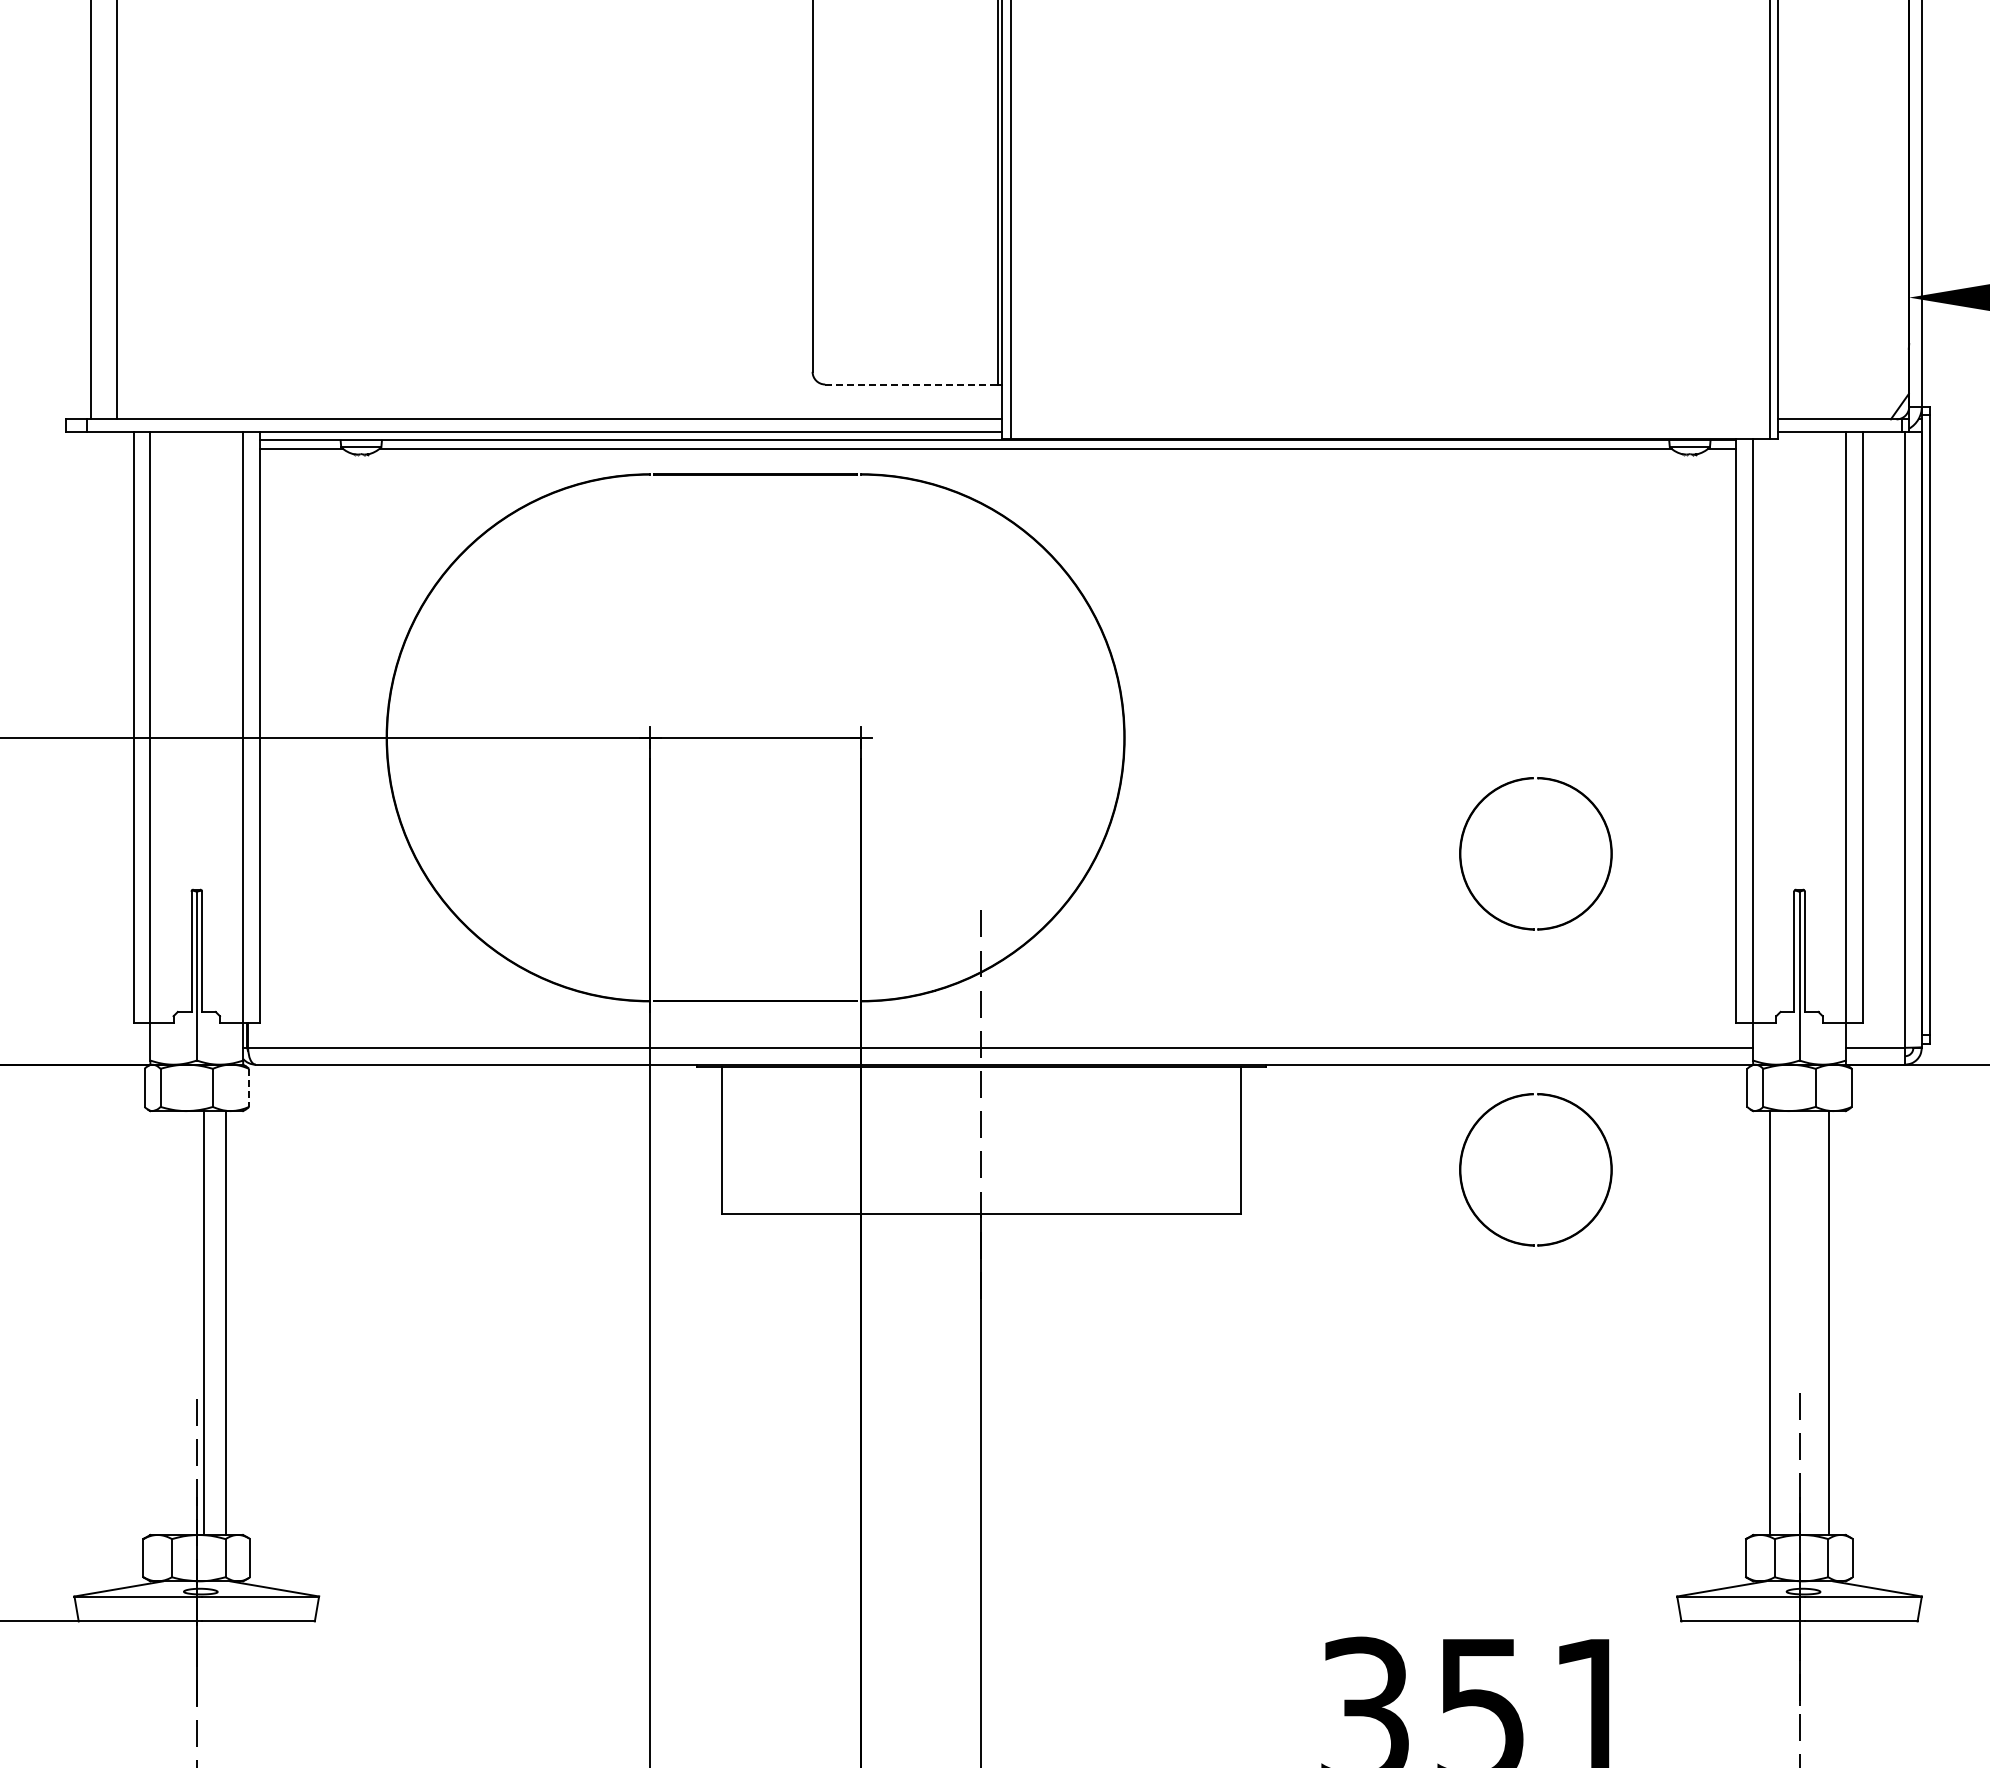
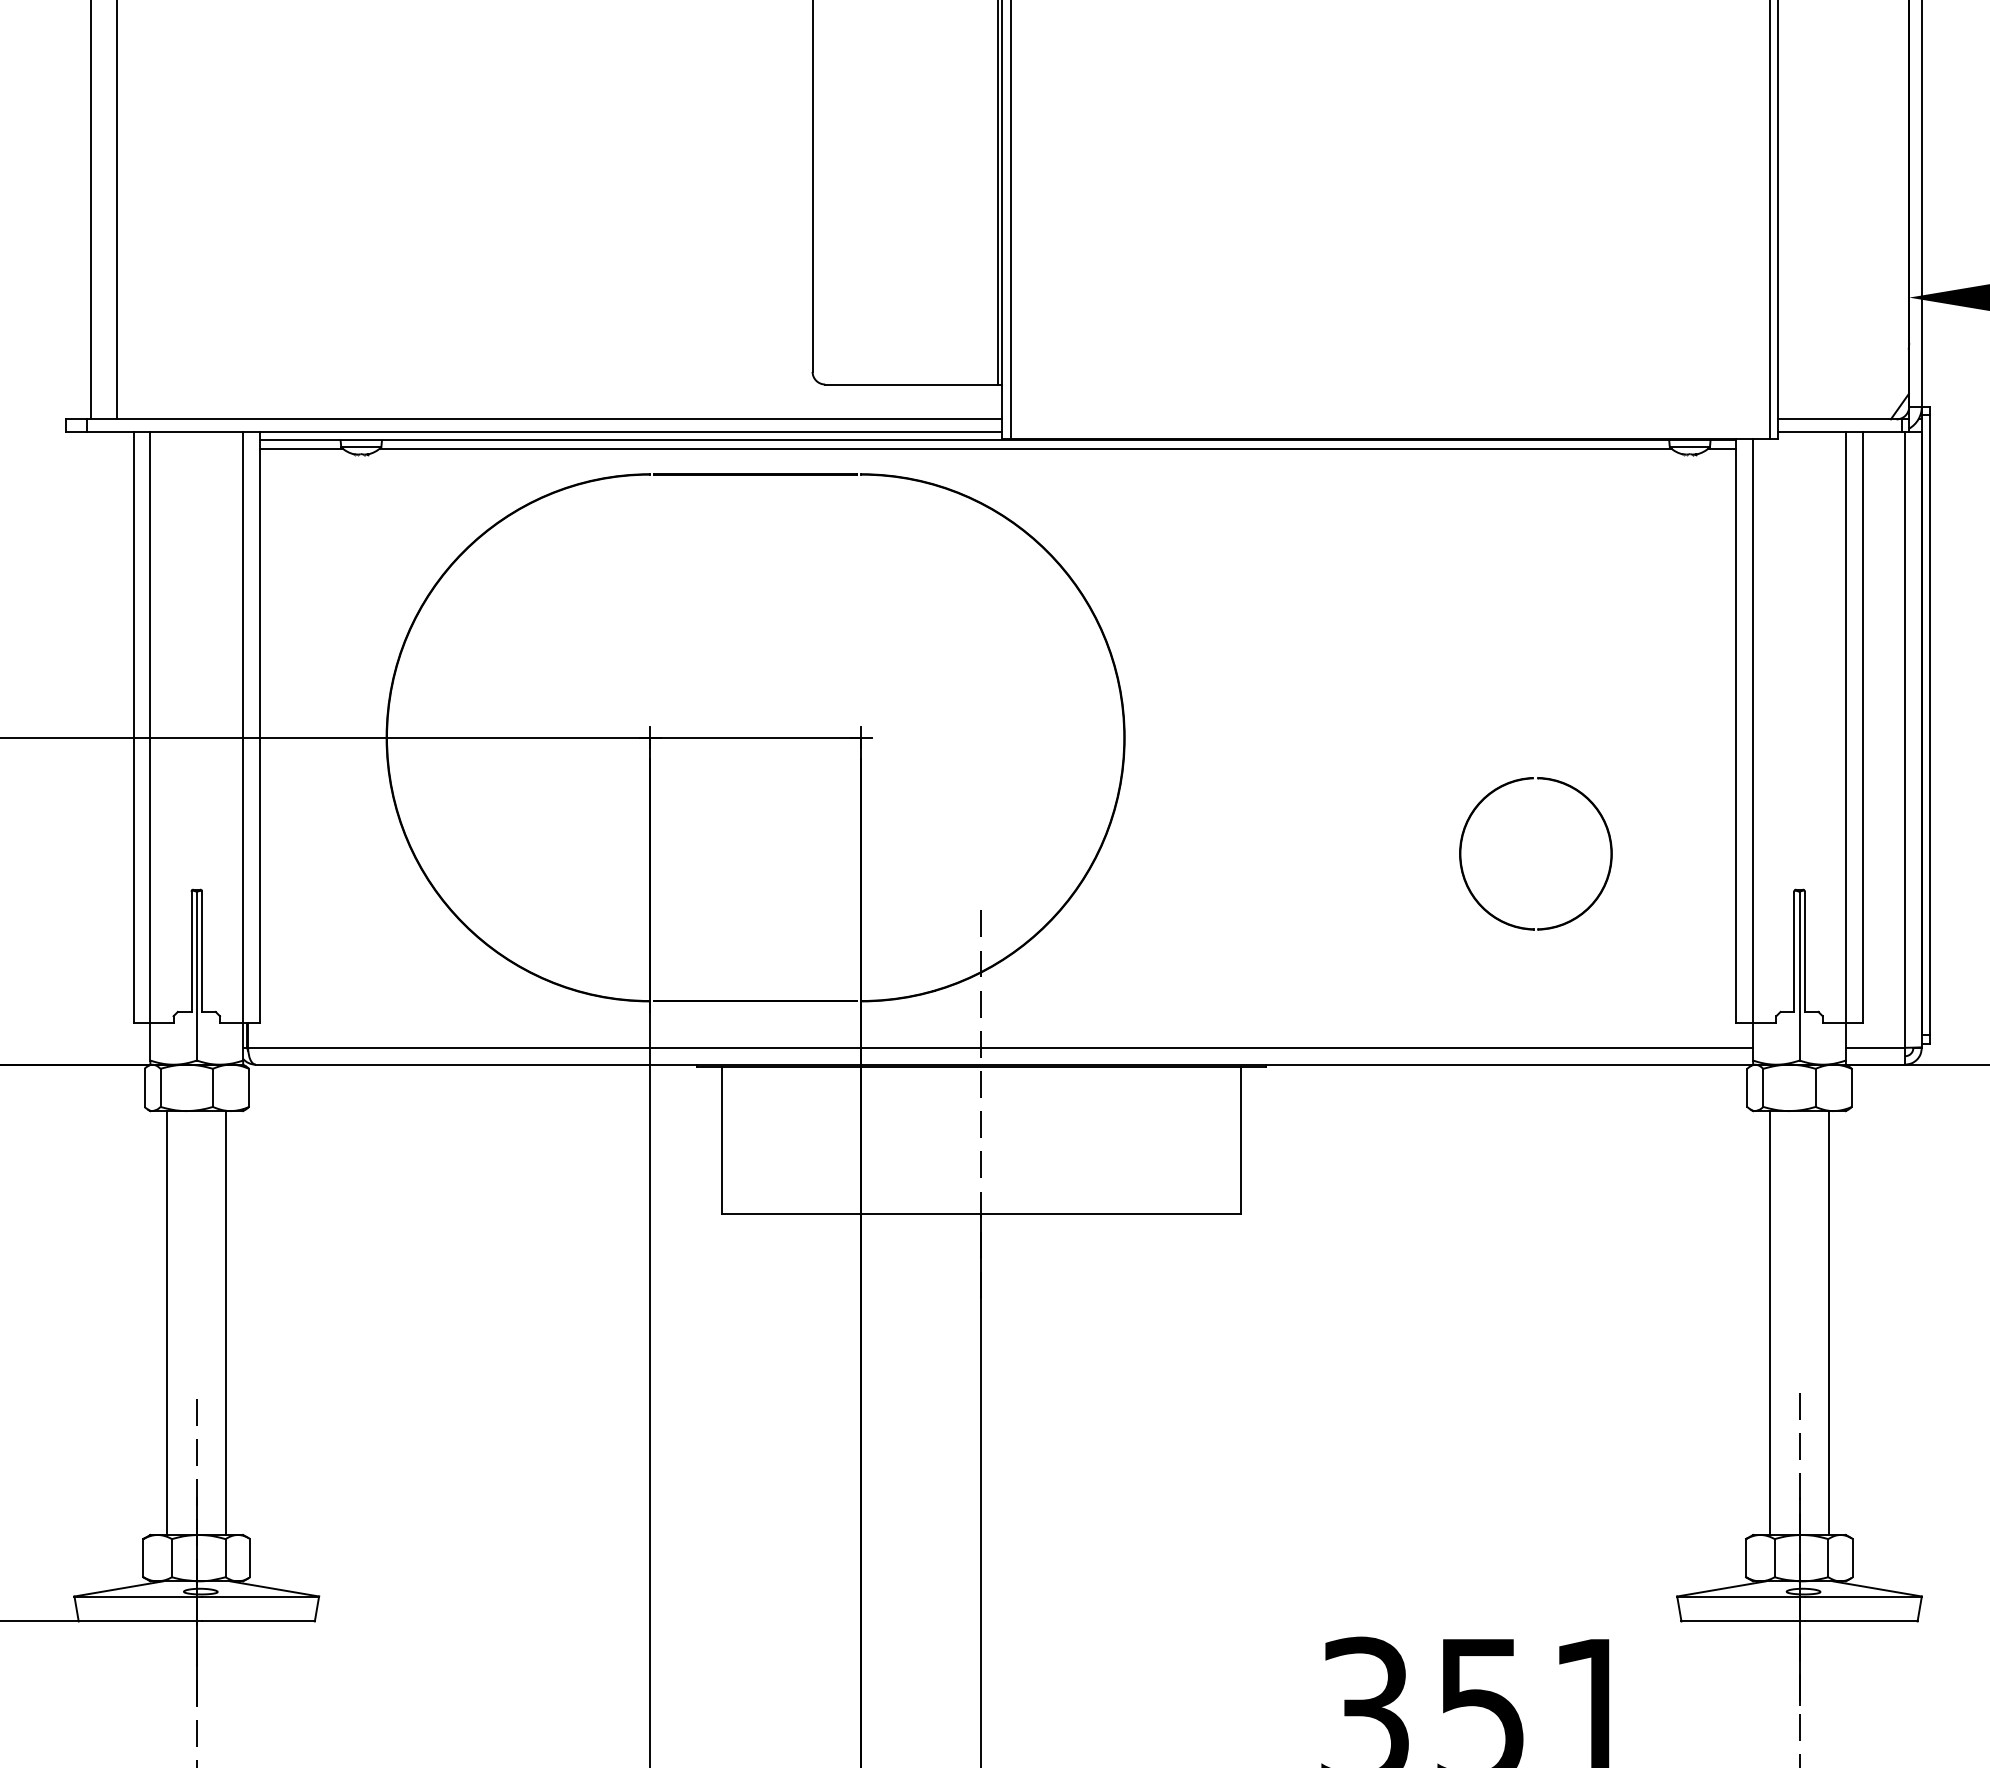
line at (912, 384): dashed -> solid
line at (249, 1088): dashed -> solid
part at (1486, 1114): present -> none
line at (204, 1322) position: (204, 1322) -> (167, 1322)
